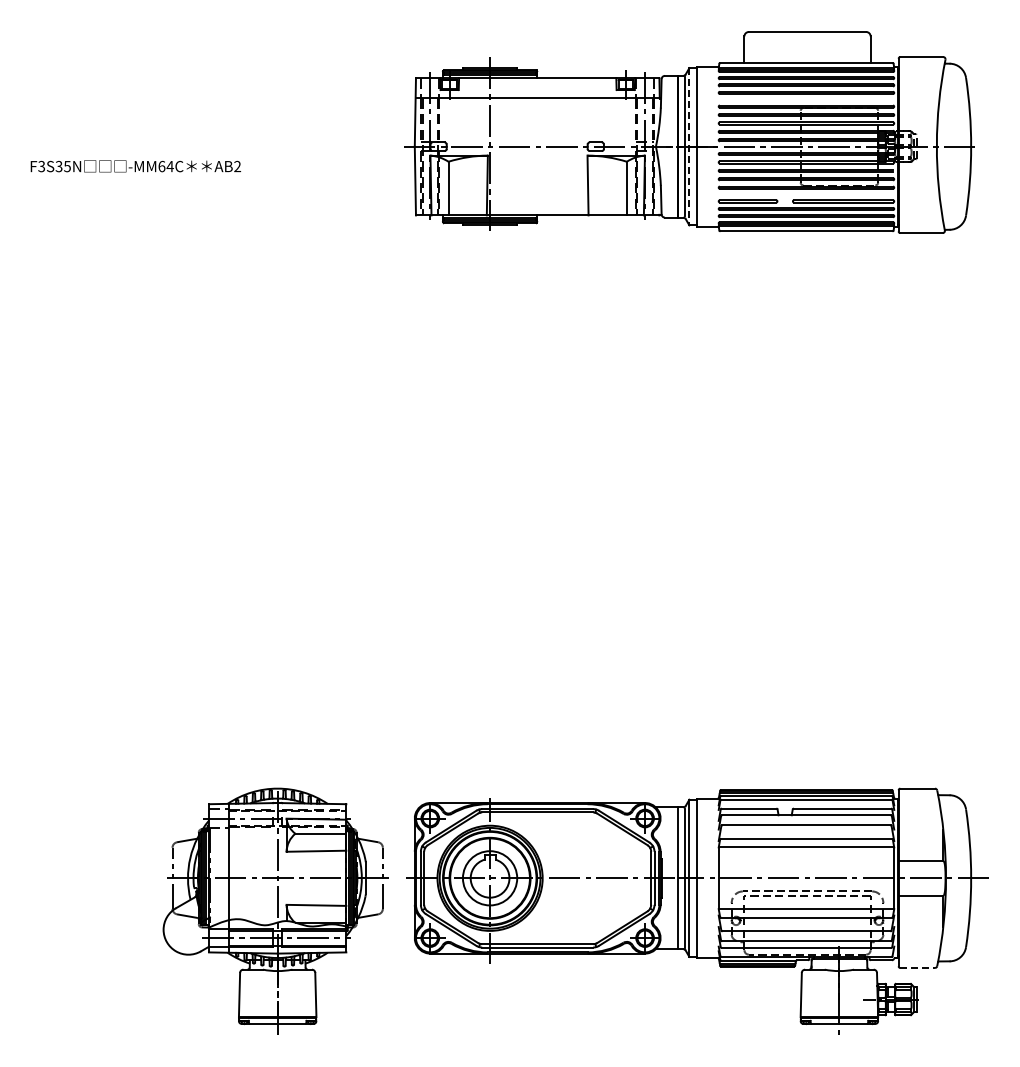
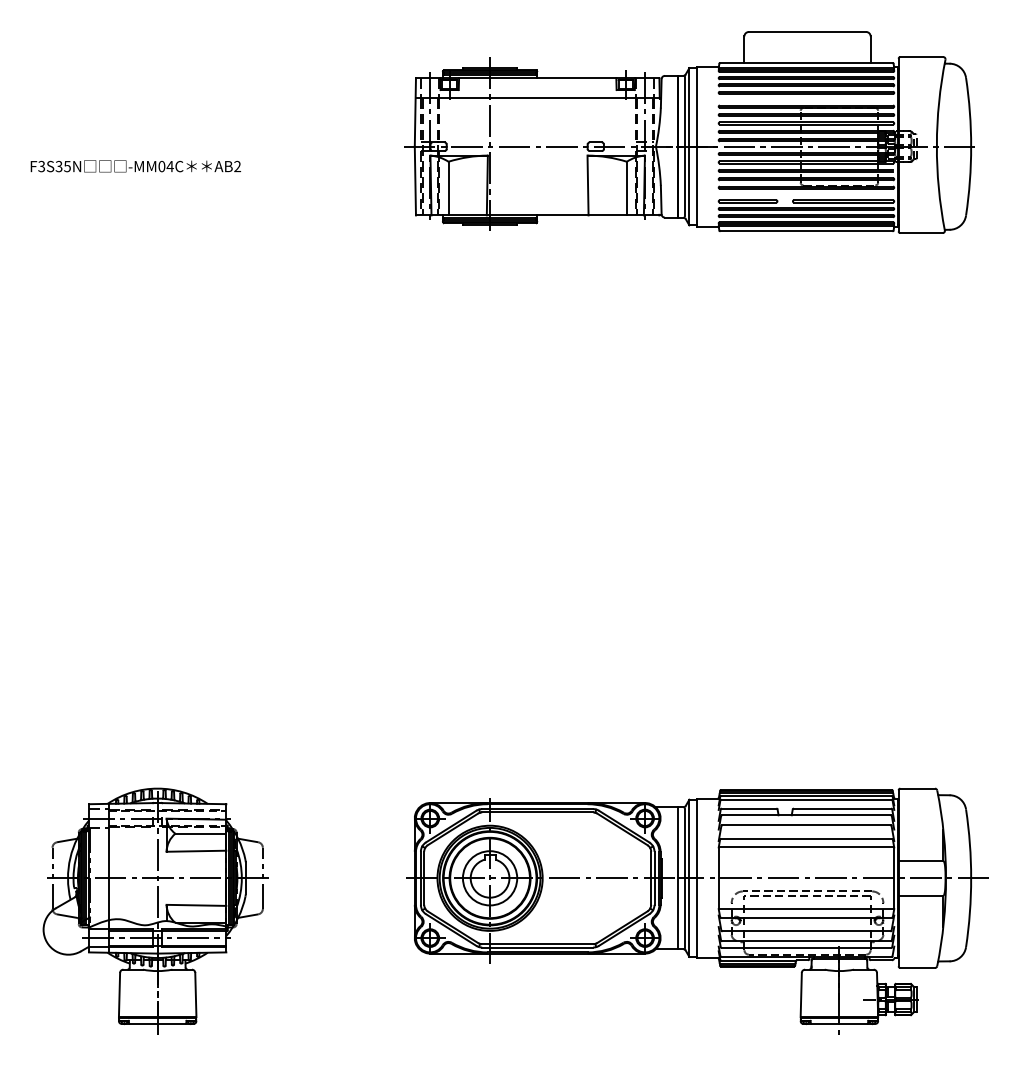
line at (689, 146): dashed -> solid
text at (161, 166): -MM64C -> -MM04C
part at (275, 910) position: (275, 910) -> (155, 910)
line at (918, 967): dashed -> solid
